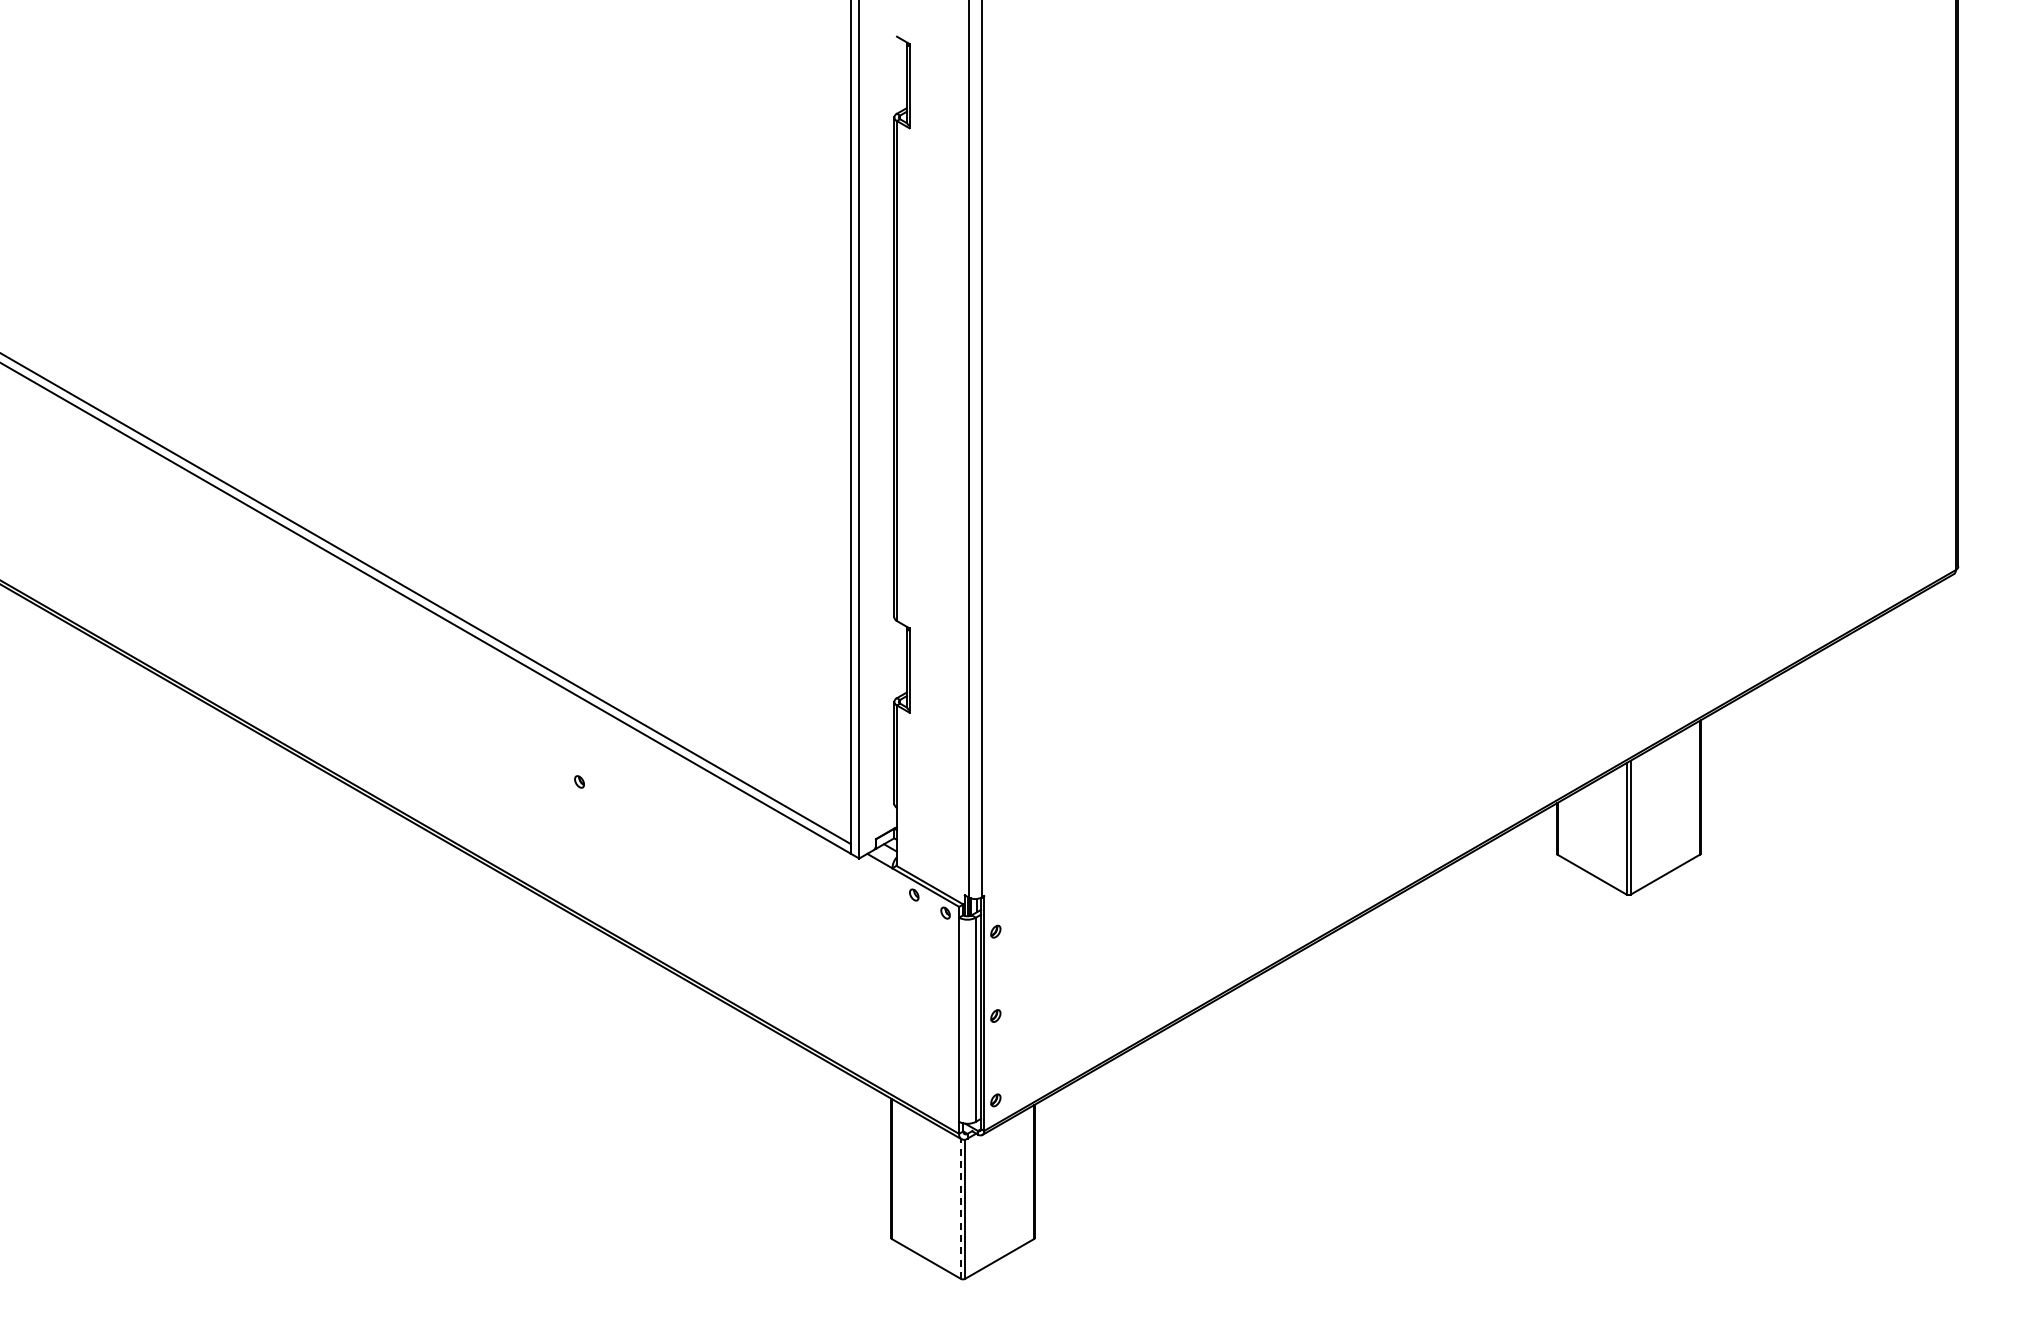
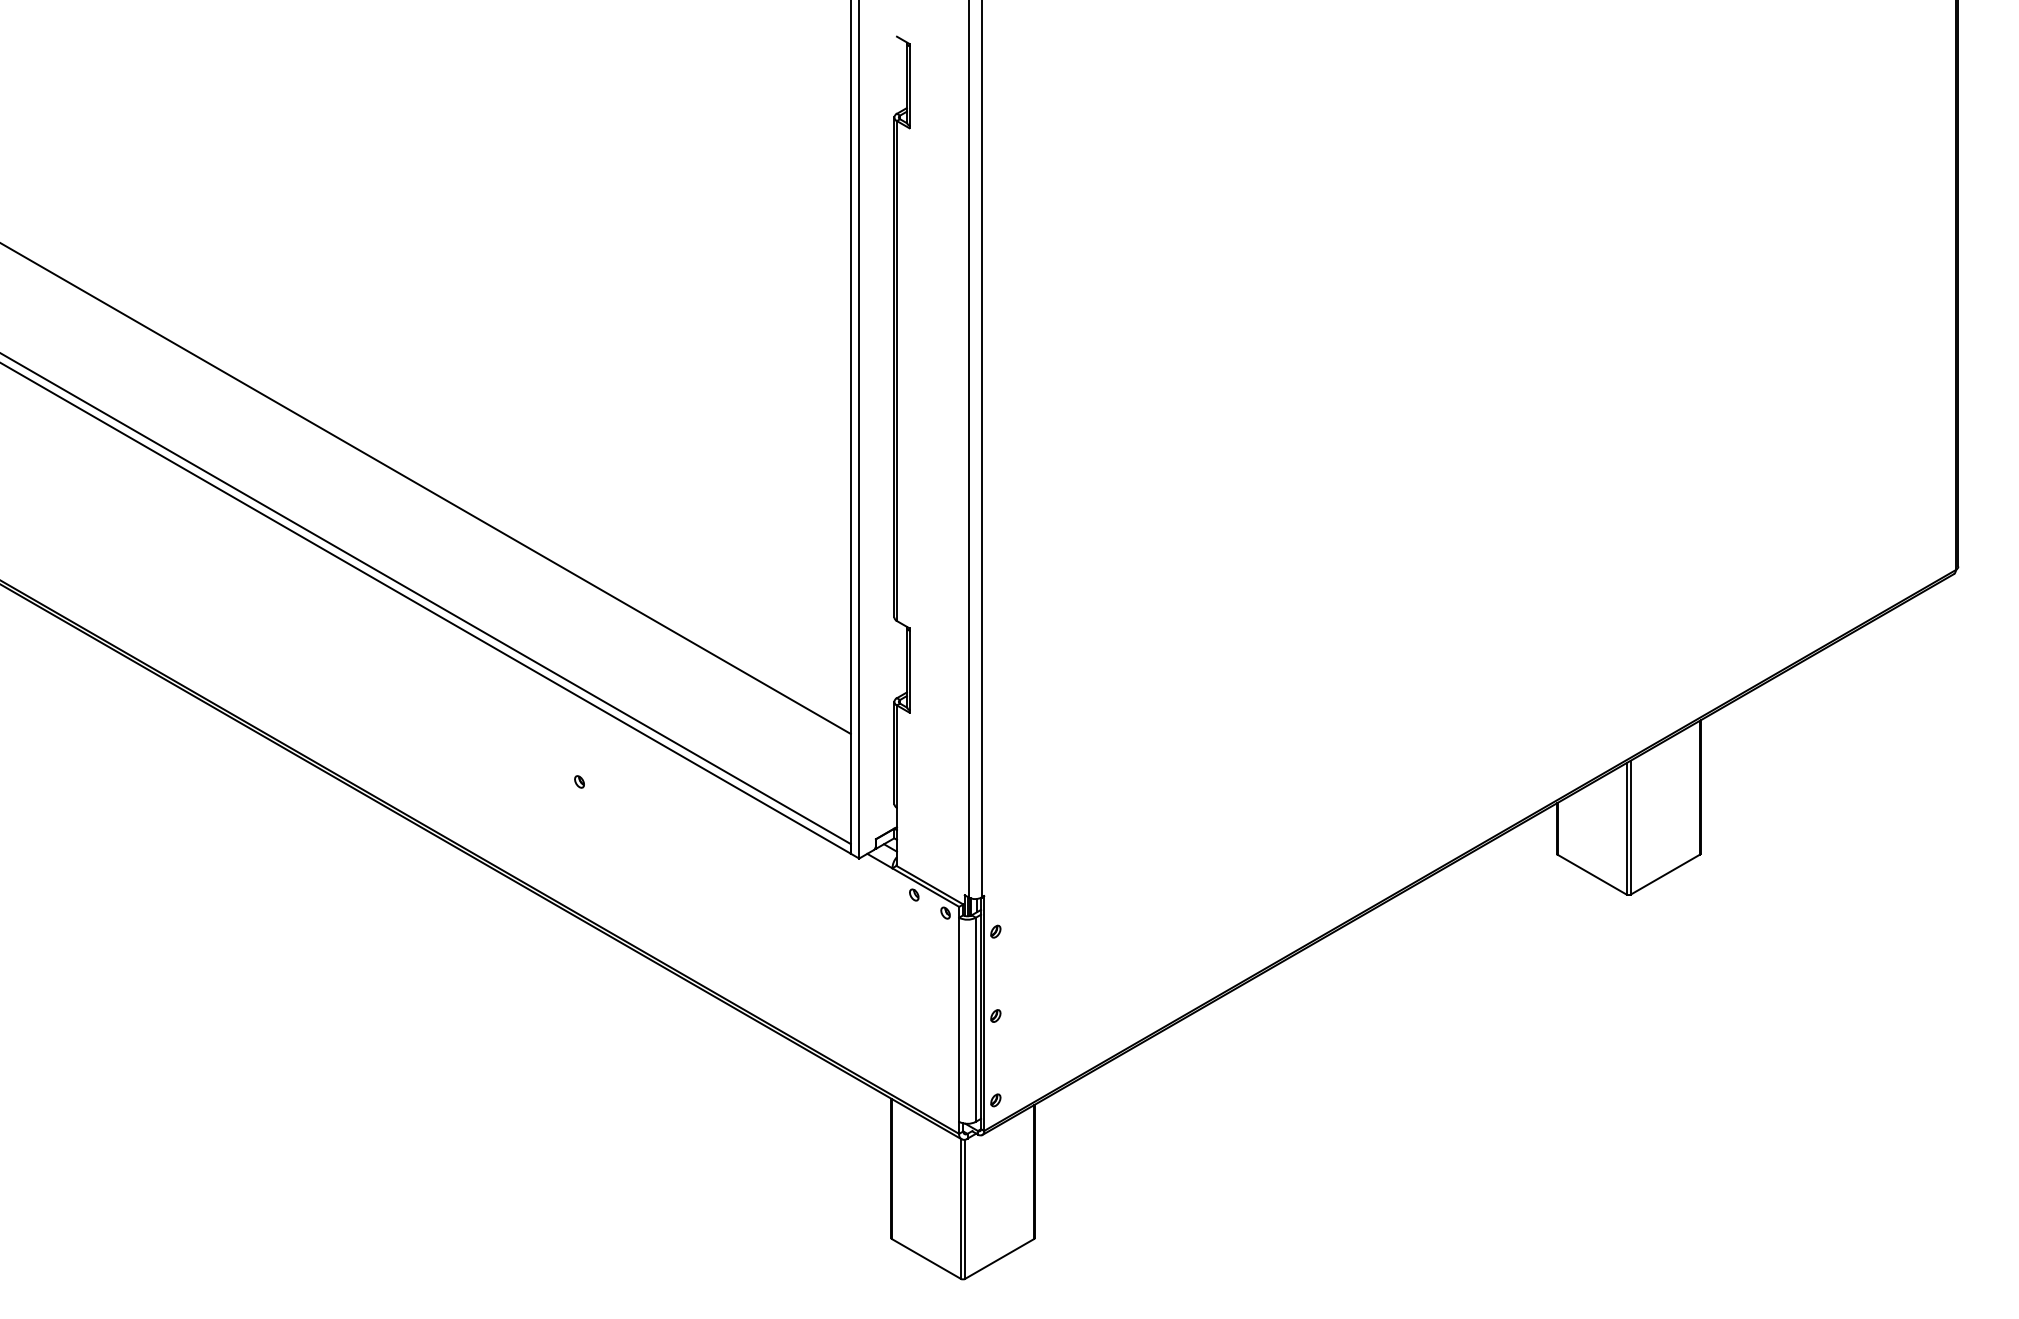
line at (426, 488): none -> present
line at (960, 1208): dashed -> solid
